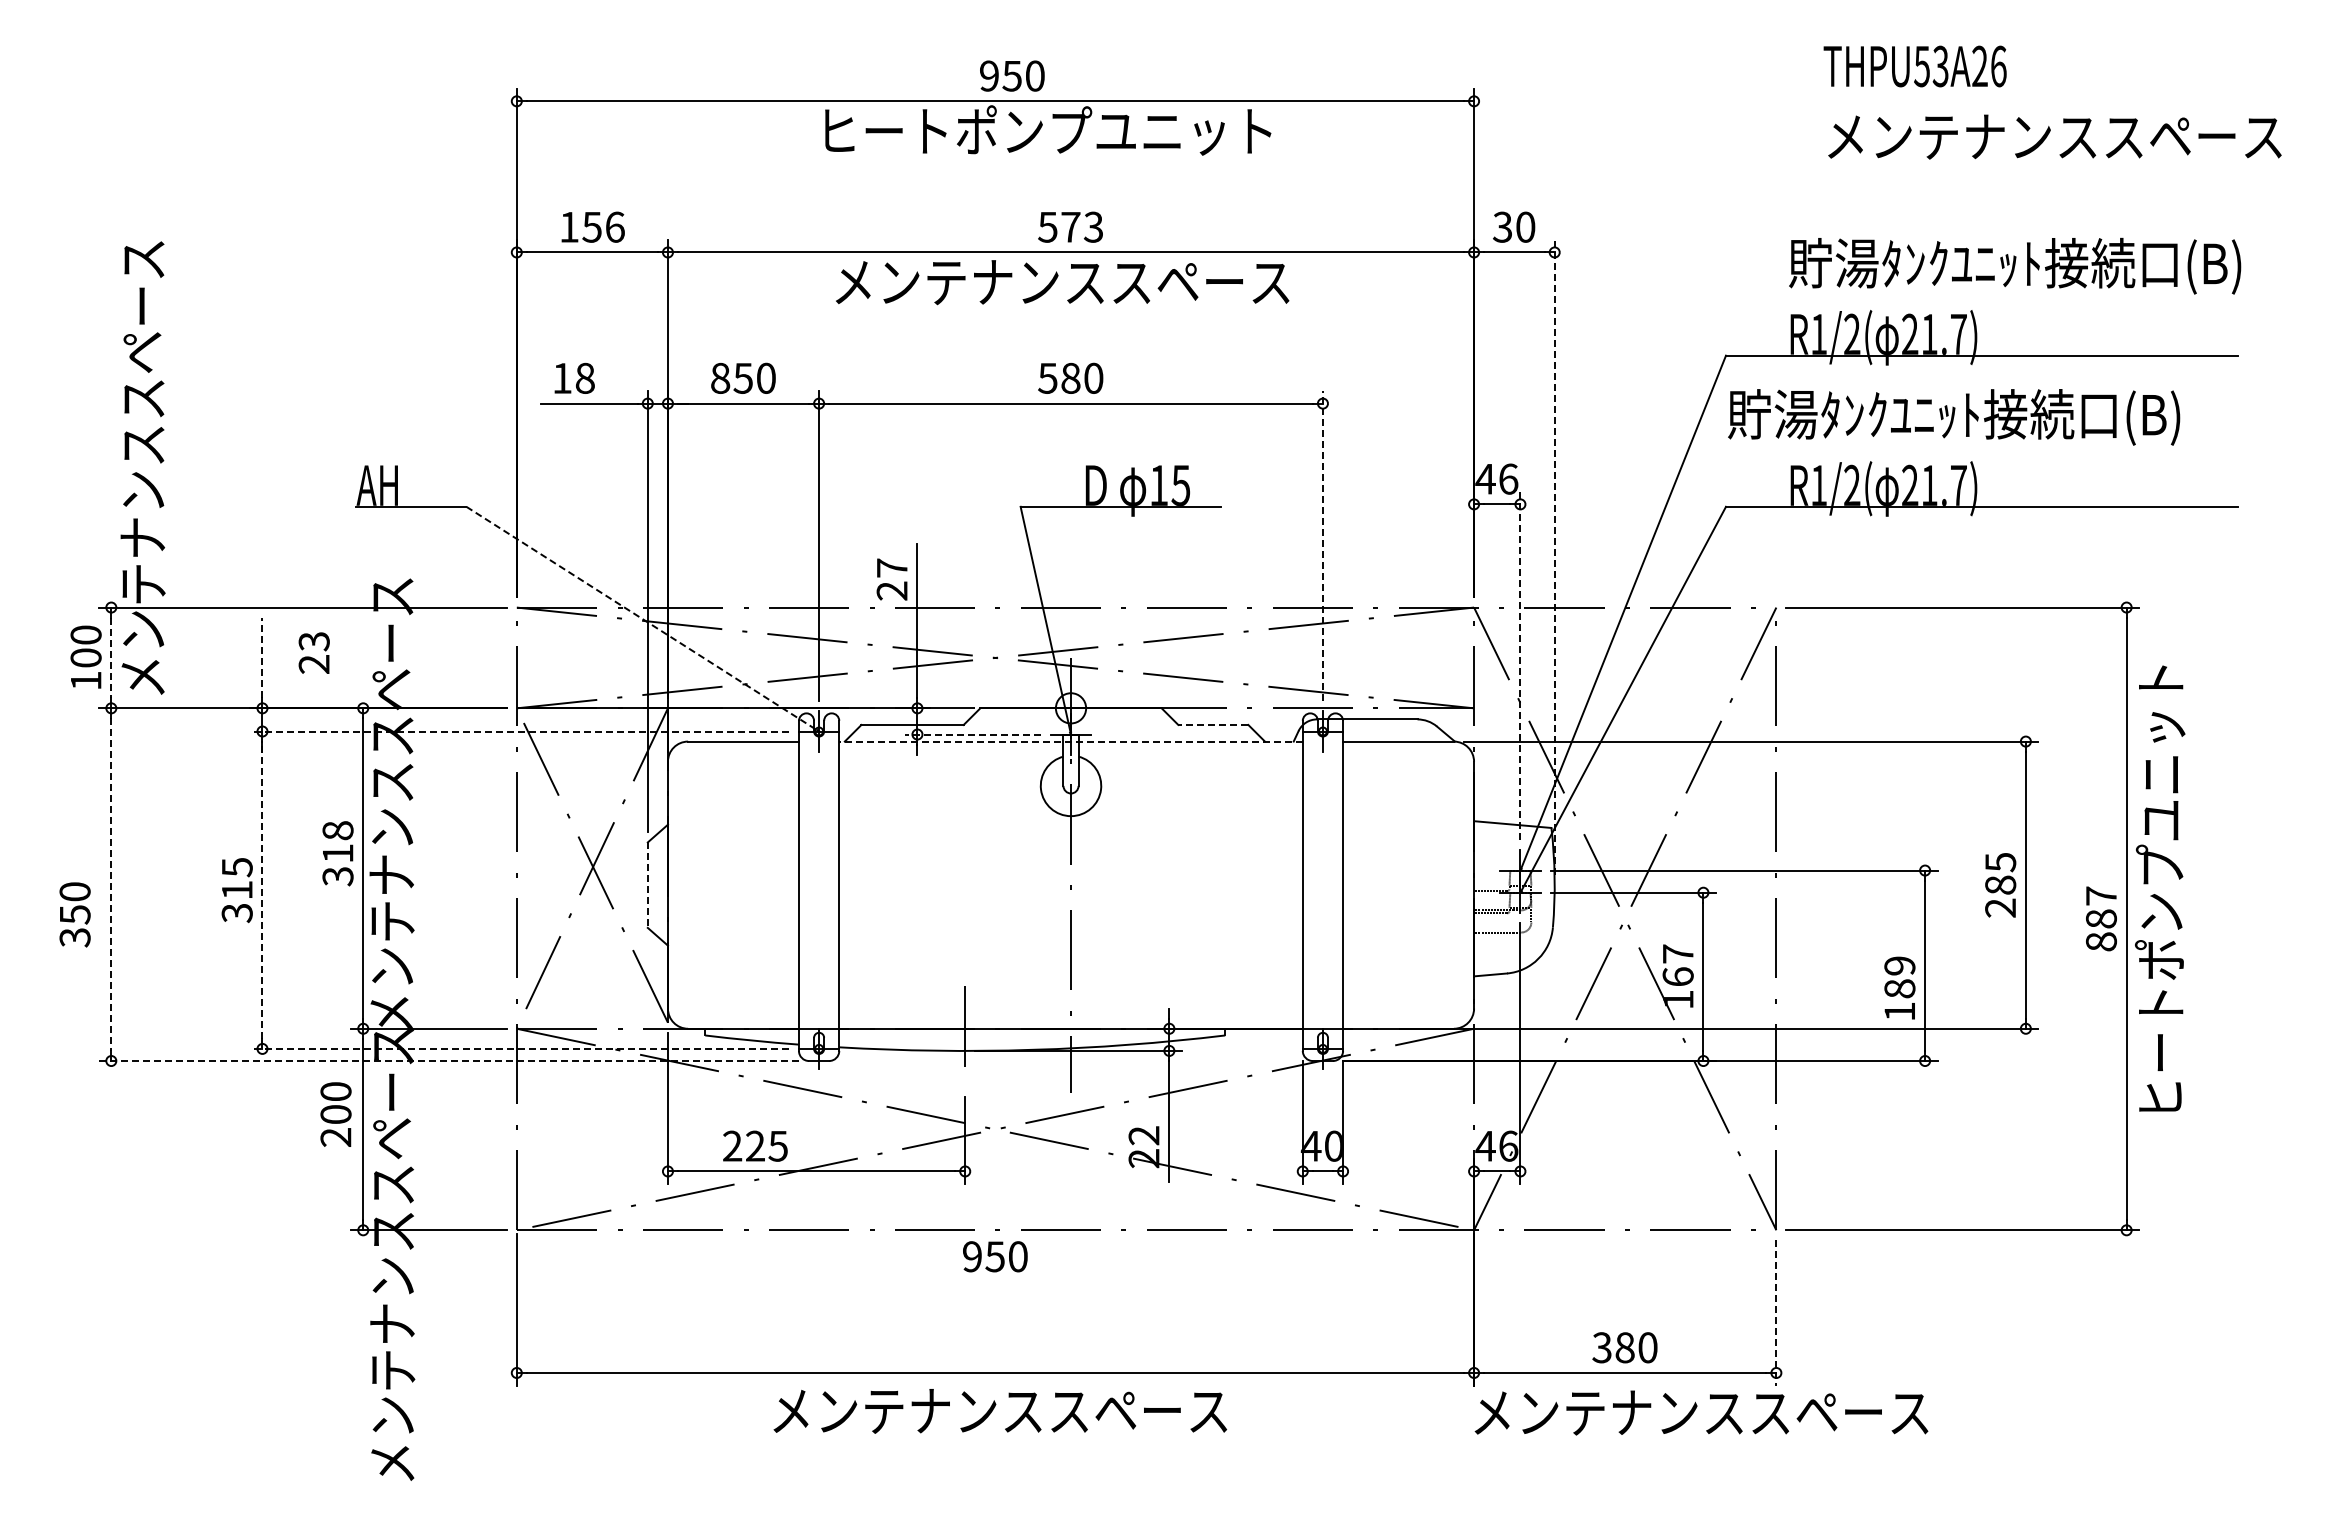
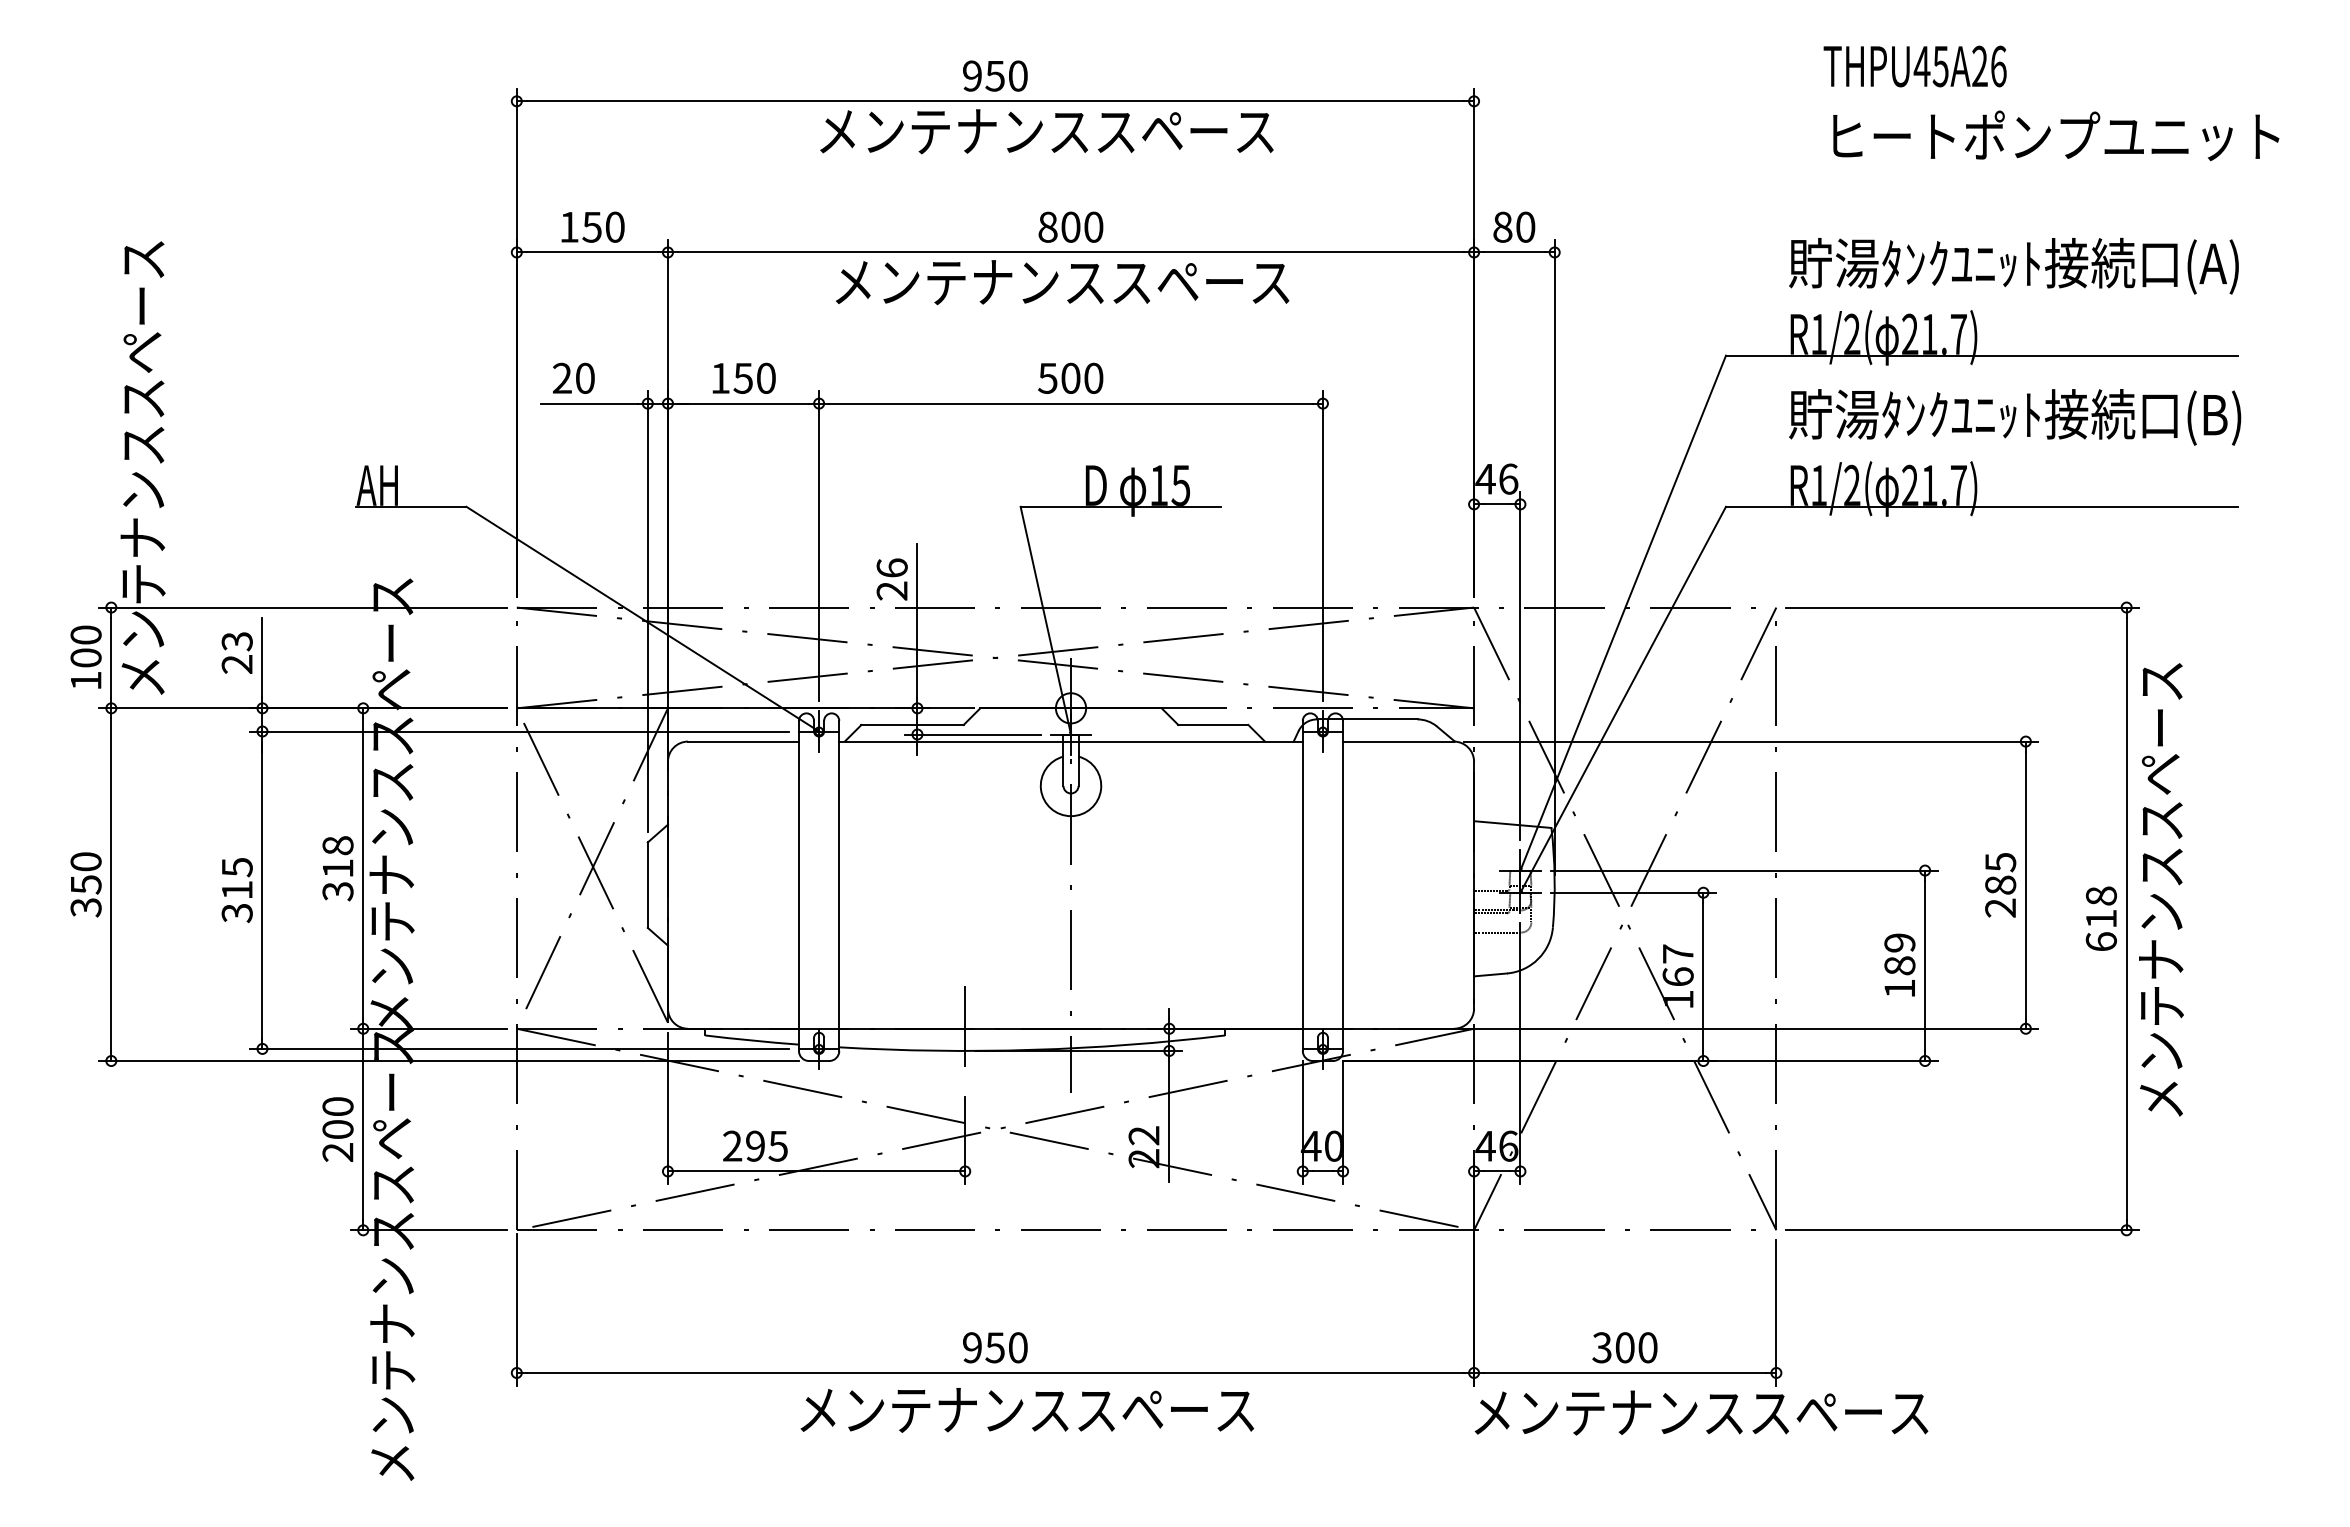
text at (1930, 66): THPU53A26 -> THPU45A26
text at (1012, 75) position: (1012, 75) -> (995, 75)
text at (1046, 130): ヒートポンプユニット -> メンテナンススペース
text at (2054, 135): メンテナンススペース -> ヒートポンプユニット
text at (615, 226): 156 -> 150
text at (1070, 226): 573 -> 800
text at (1502, 226): 30 -> 80
text at (2220, 266): 貯湯ﾀﾝｸﾕﾆｯﾄ接続口(B) -> 貯湯ﾀﾝｸﾕﾆｯﾄ接続口(A)
text at (573, 377): 18 -> 20
text at (720, 377): 850 -> 150
text at (1070, 377): 580 -> 500
text at (1954, 417) position: (1954, 417) -> (2015, 417)
line at (1322, 545): dashed -> solid
line at (1554, 557): dashed -> solid
text at (891, 567): 27 -> 26
line at (643, 619): dashed -> solid
text at (313, 652) position: (313, 652) -> (236, 652)
line at (262, 657): dashed -> solid
line at (111, 658): dashed -> solid
line at (1520, 665): dashed -> solid
line at (1212, 724): dashed -> solid
line at (518, 731): dashed -> solid
line at (972, 734): dashed -> solid
line at (1071, 741): dashed -> solid
text at (337, 853) position: (337, 853) -> (337, 868)
line at (111, 885): dashed -> solid
line at (647, 885): dashed -> solid
text at (2159, 889): ヒートポンプユニット -> メンテナンススペース
line at (262, 890): dashed -> solid
text at (74, 914) position: (74, 914) -> (85, 884)
text at (2100, 918): 887 -> 618
text at (1899, 987) position: (1899, 987) -> (1899, 964)
line at (518, 1048): dashed -> solid
line at (448, 1061): dashed -> solid
text at (335, 1114) position: (335, 1114) -> (337, 1129)
text at (755, 1146): 225 -> 295
text at (995, 1256) position: (995, 1256) -> (995, 1347)
line at (1776, 1312): dashed -> solid
text at (1624, 1347): 380 -> 300
text at (1000, 1411) position: (1000, 1411) -> (1027, 1410)
